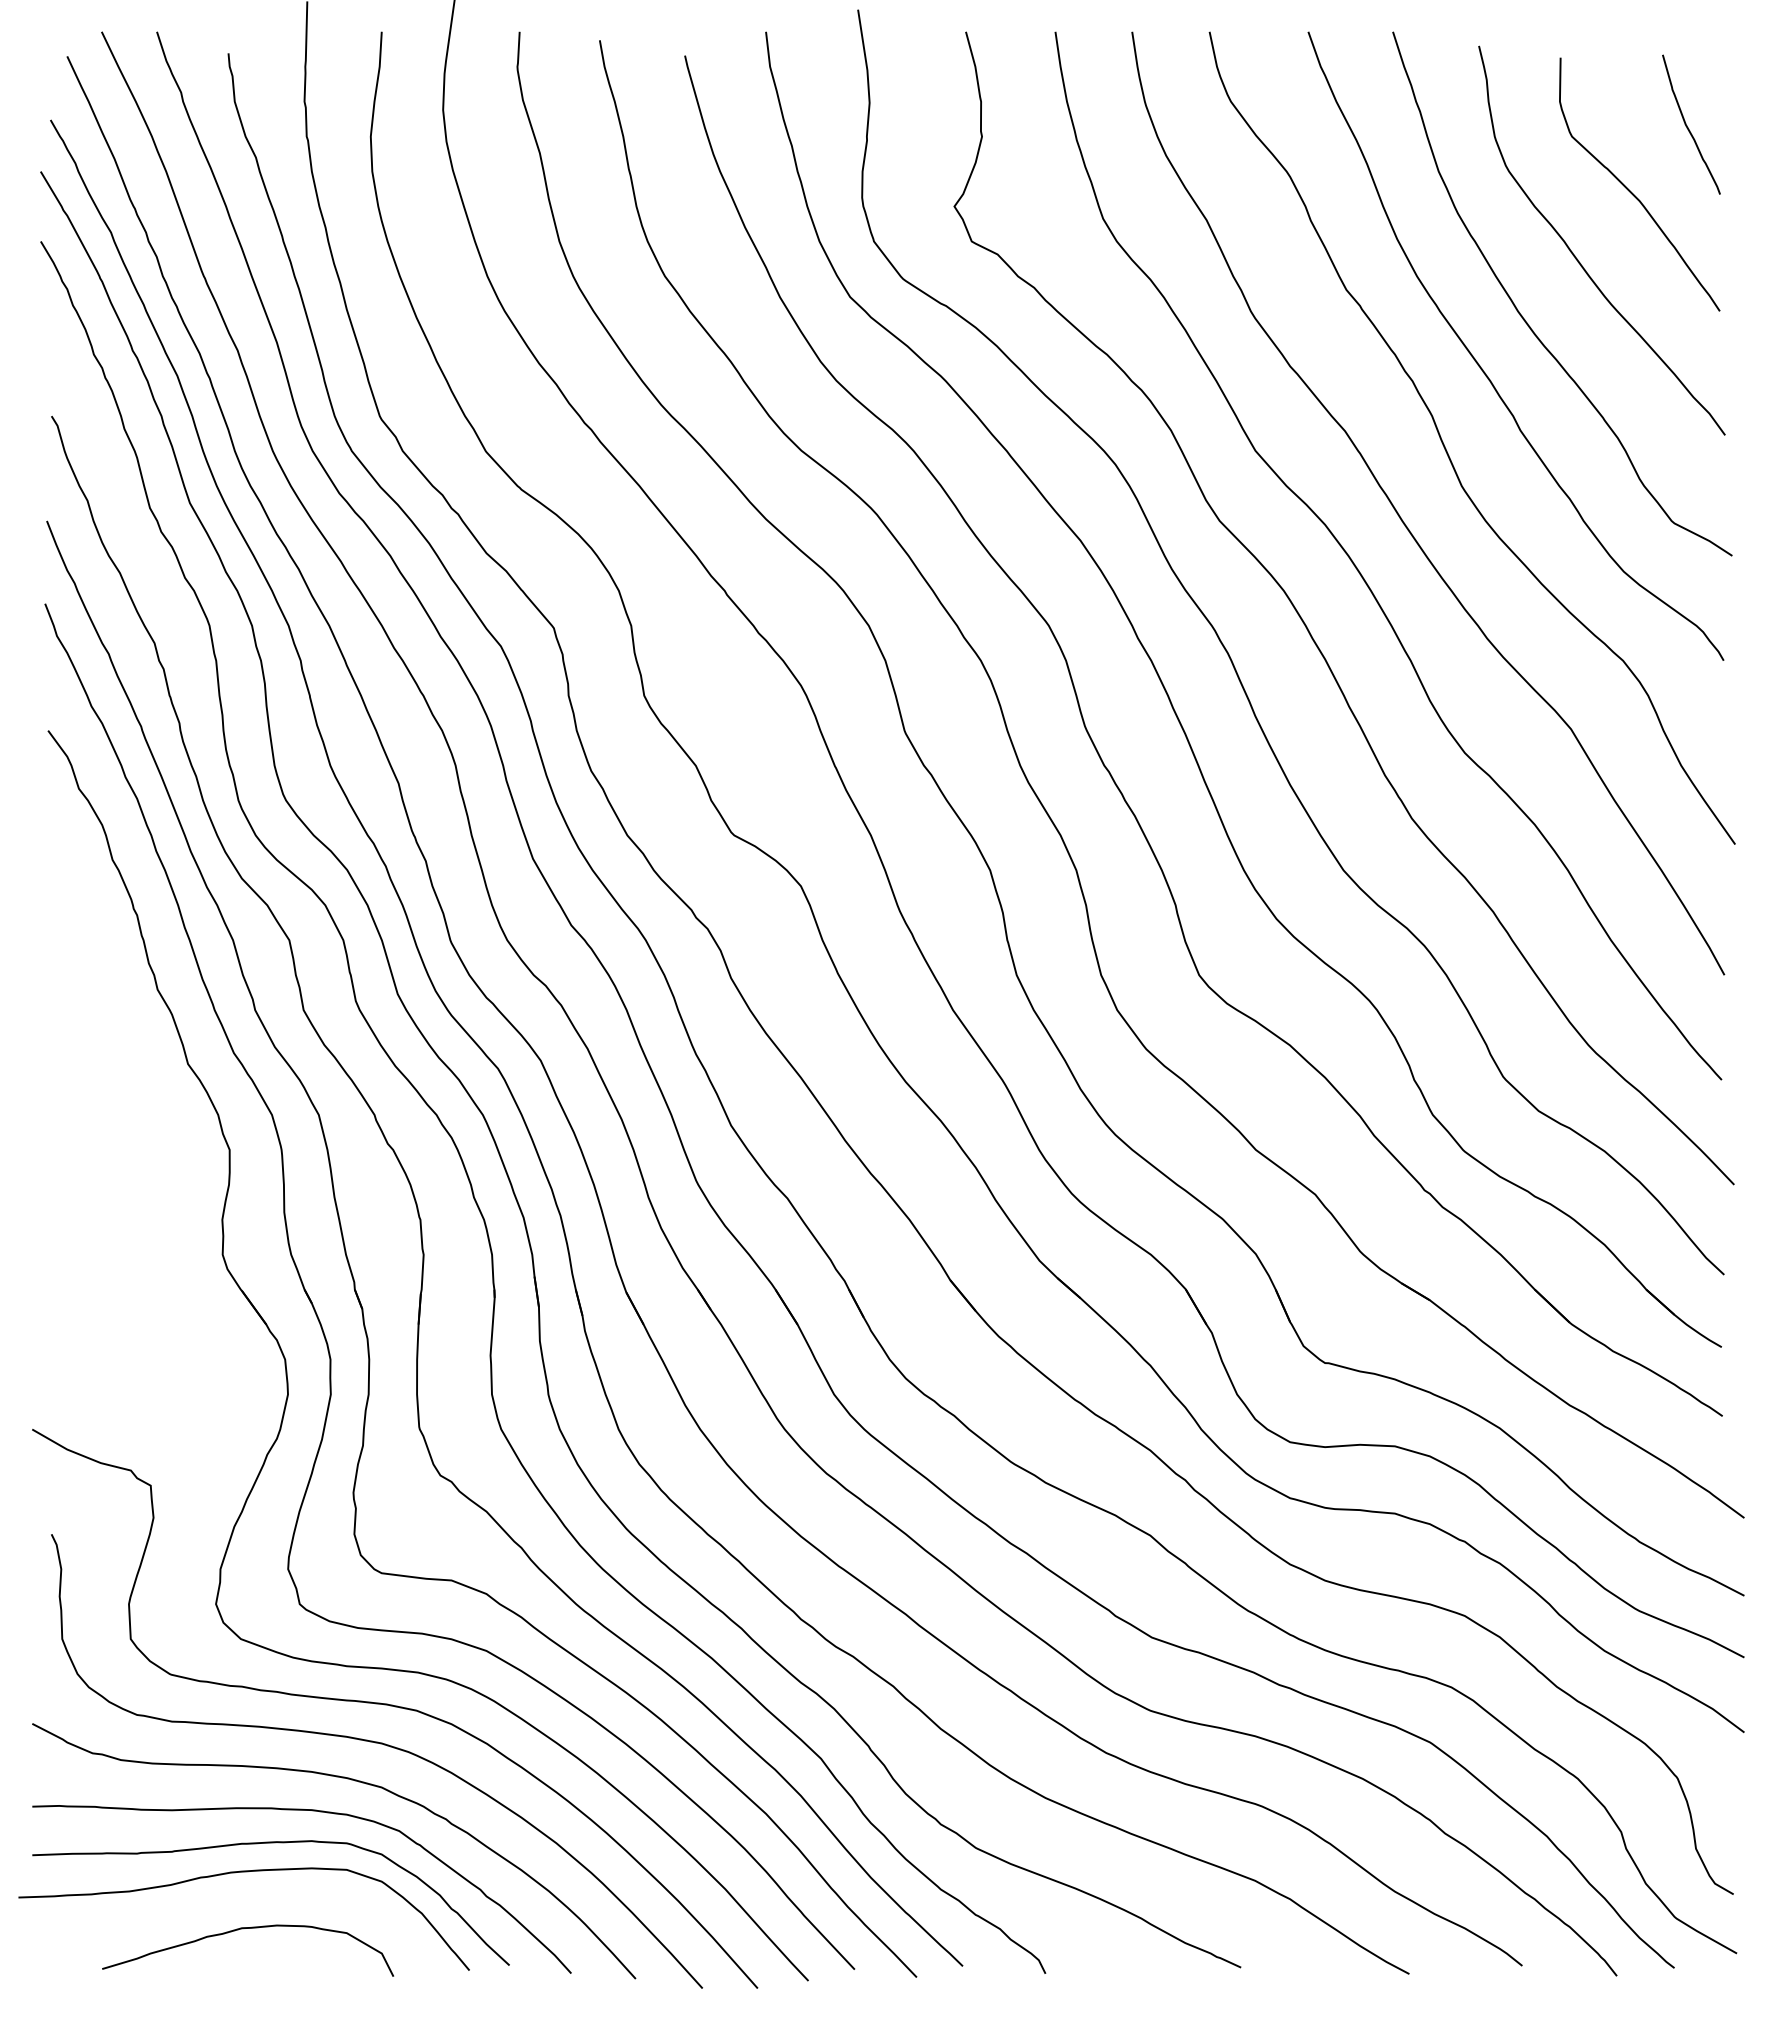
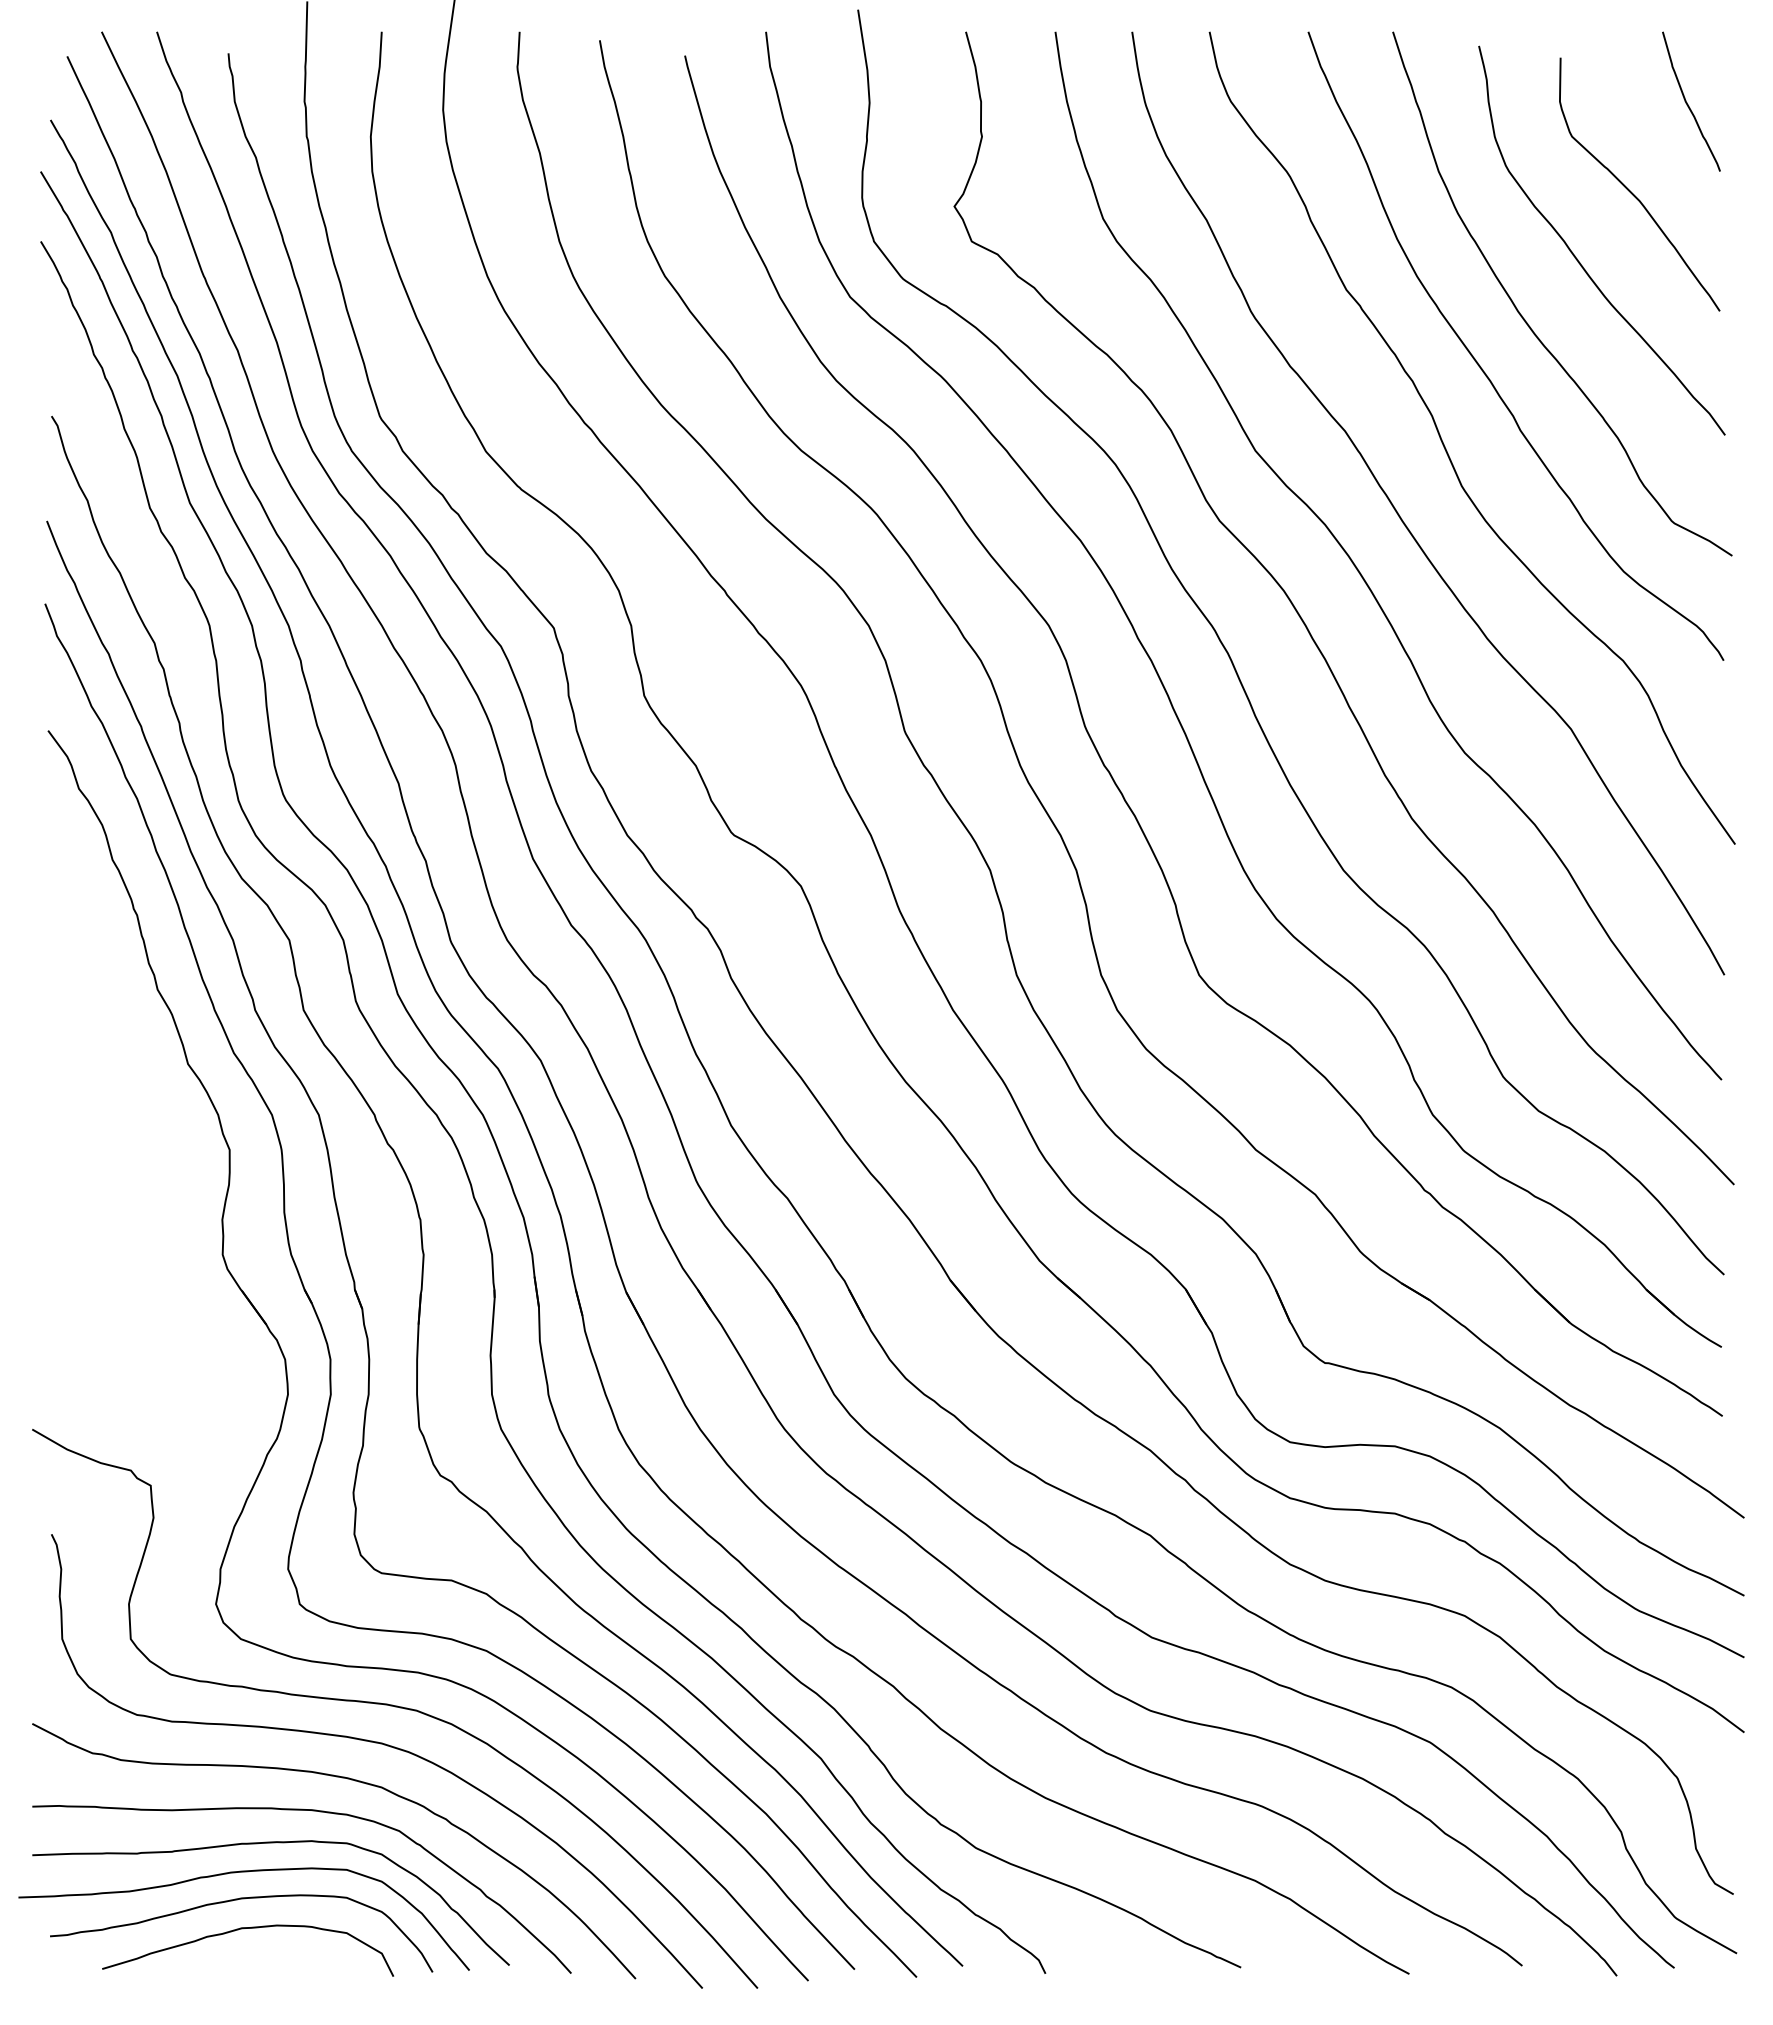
curve at (1687, 125) position: (1687, 125) -> (1687, 102)
curve at (237, 1900): none -> present
